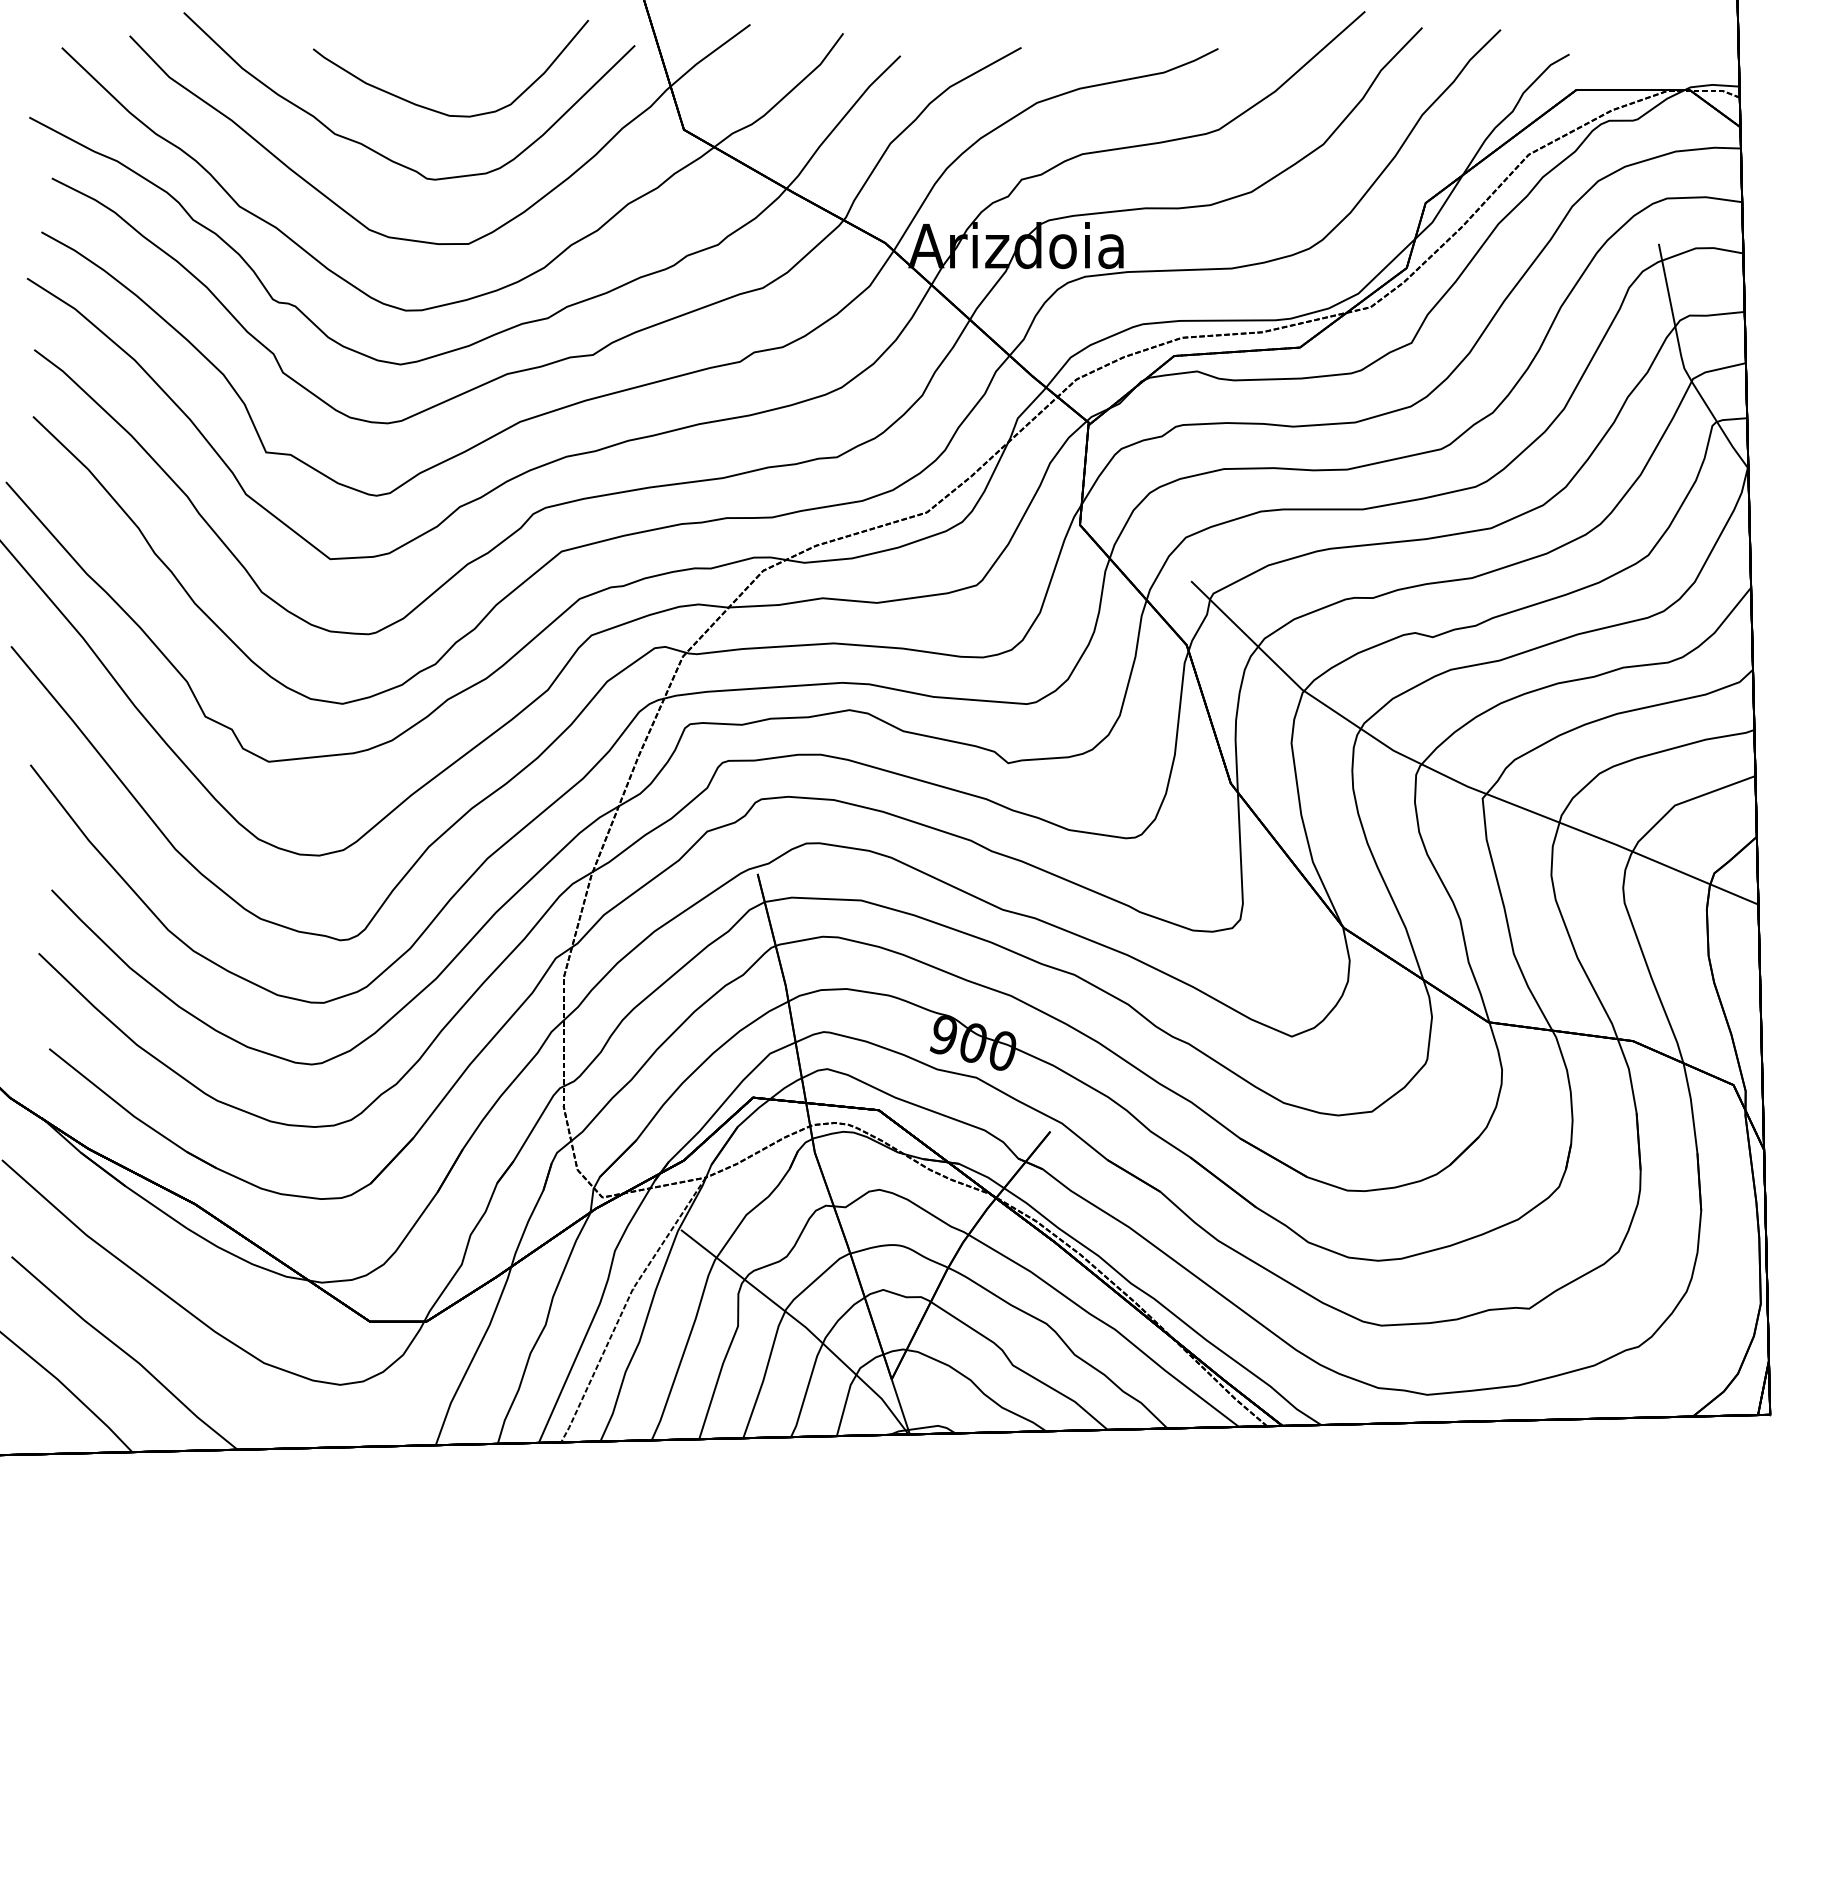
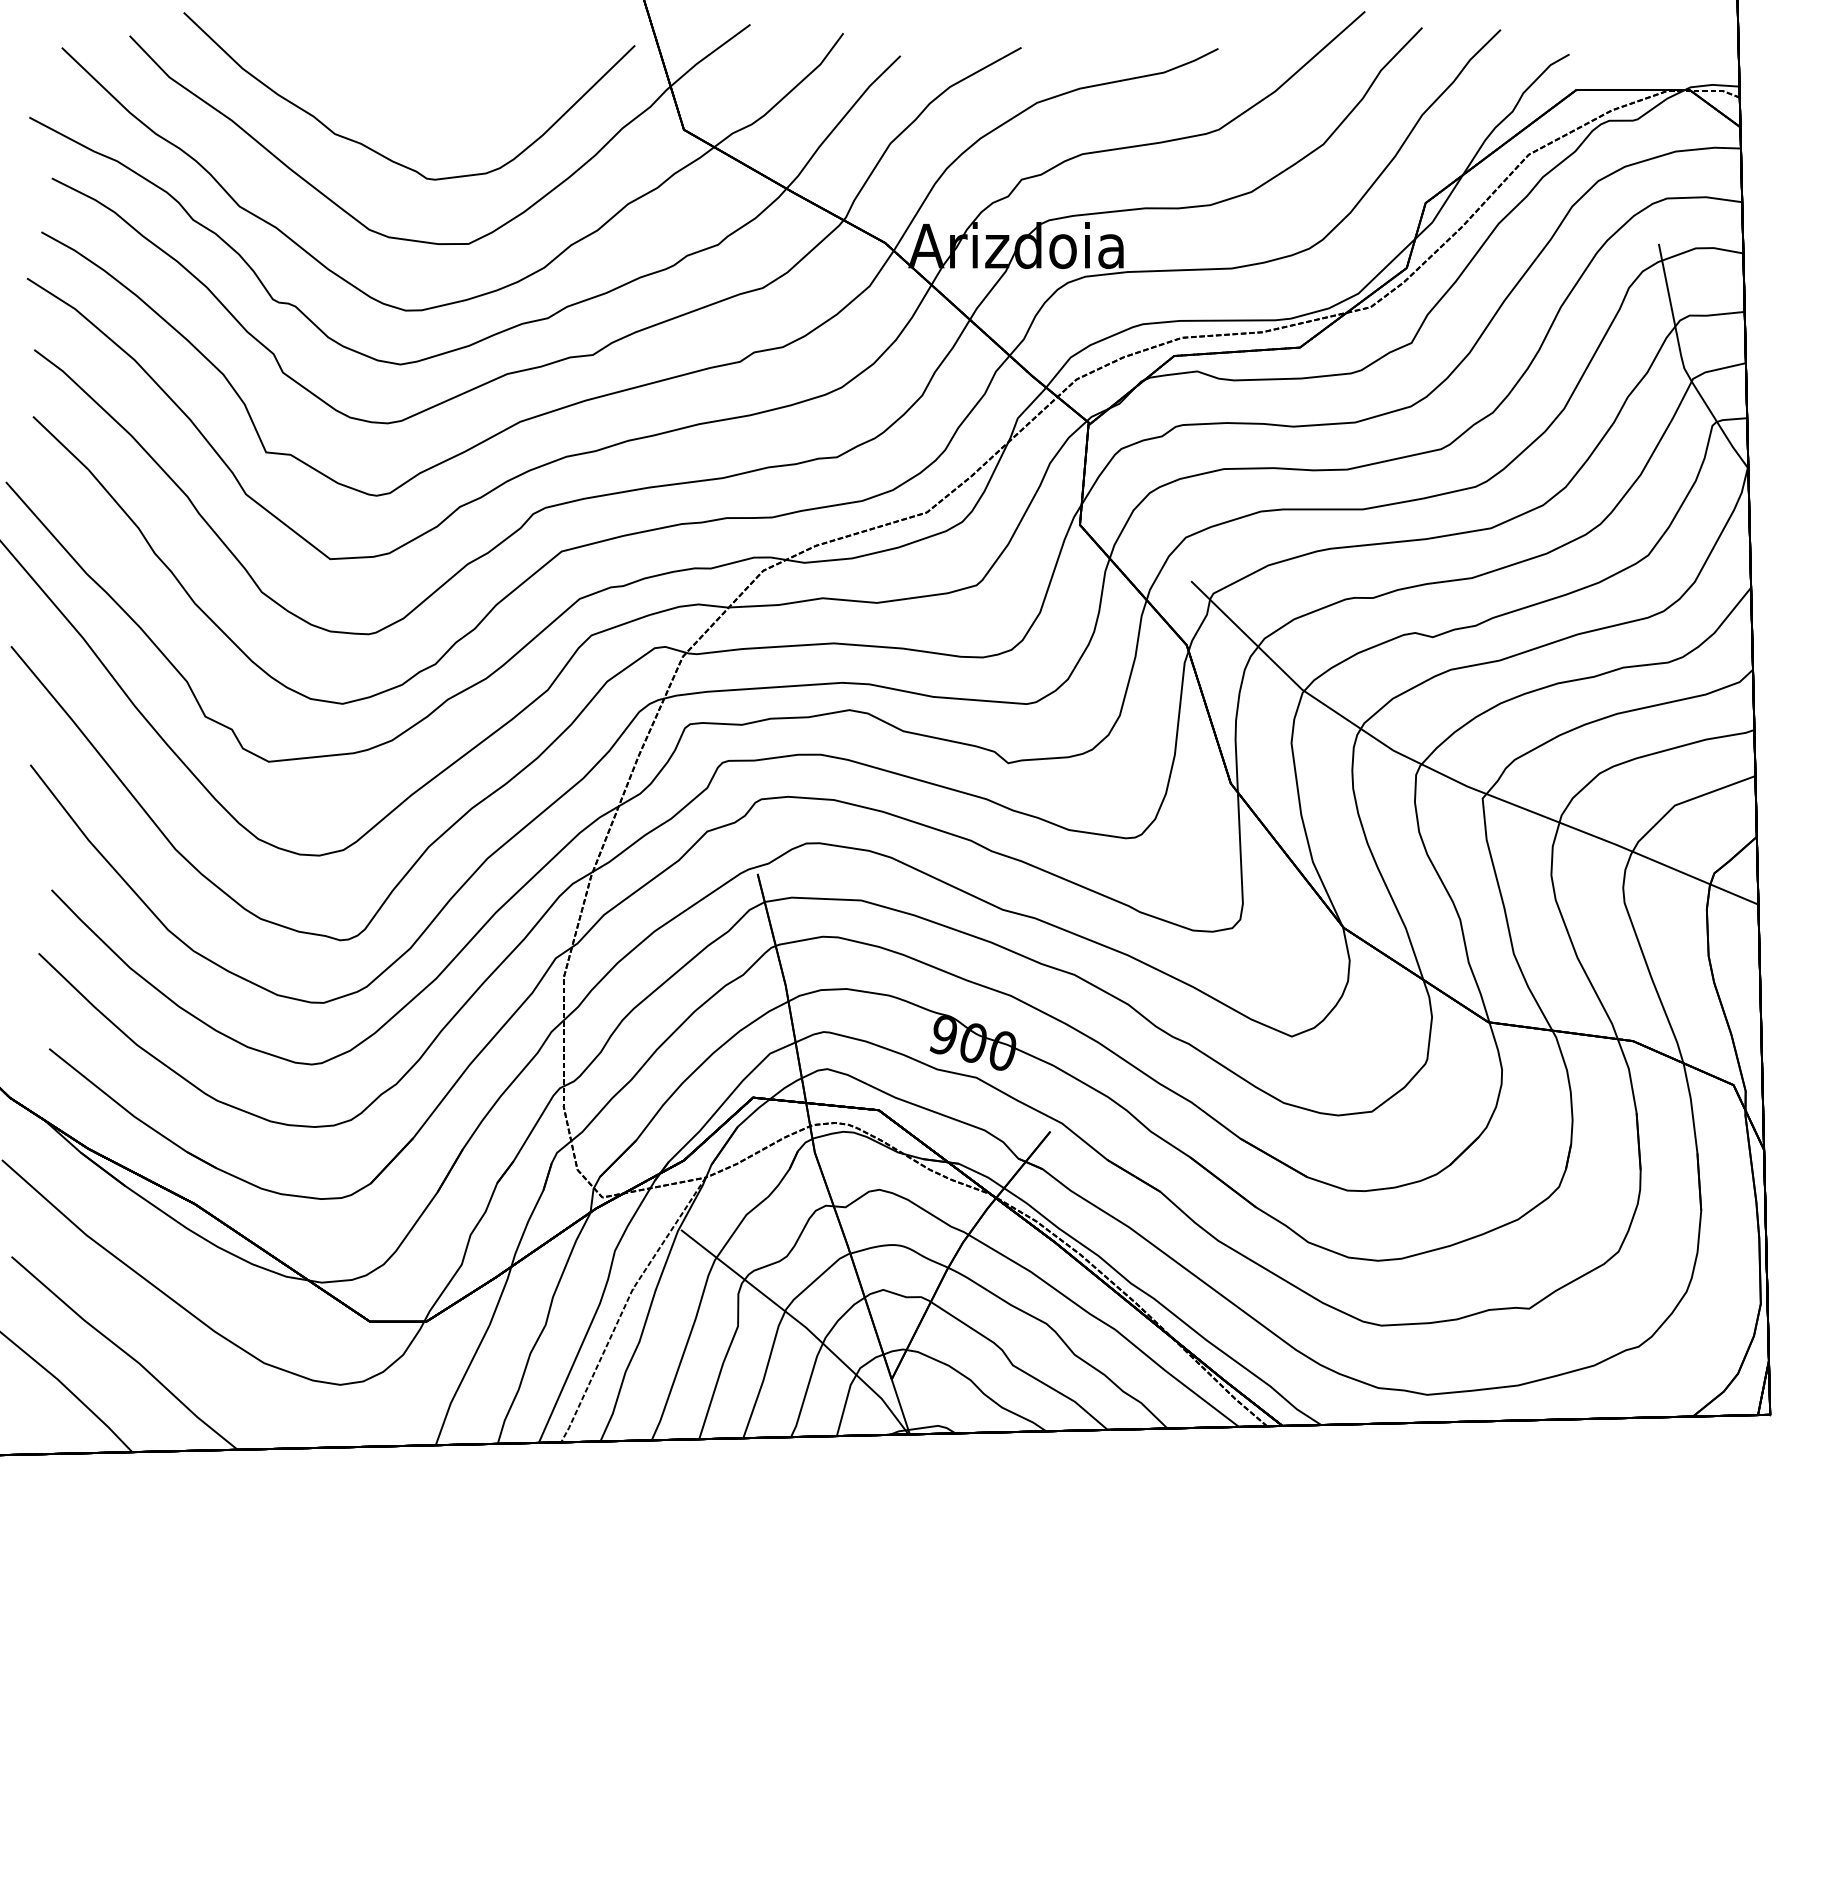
curve at (437, 110): present -> none
